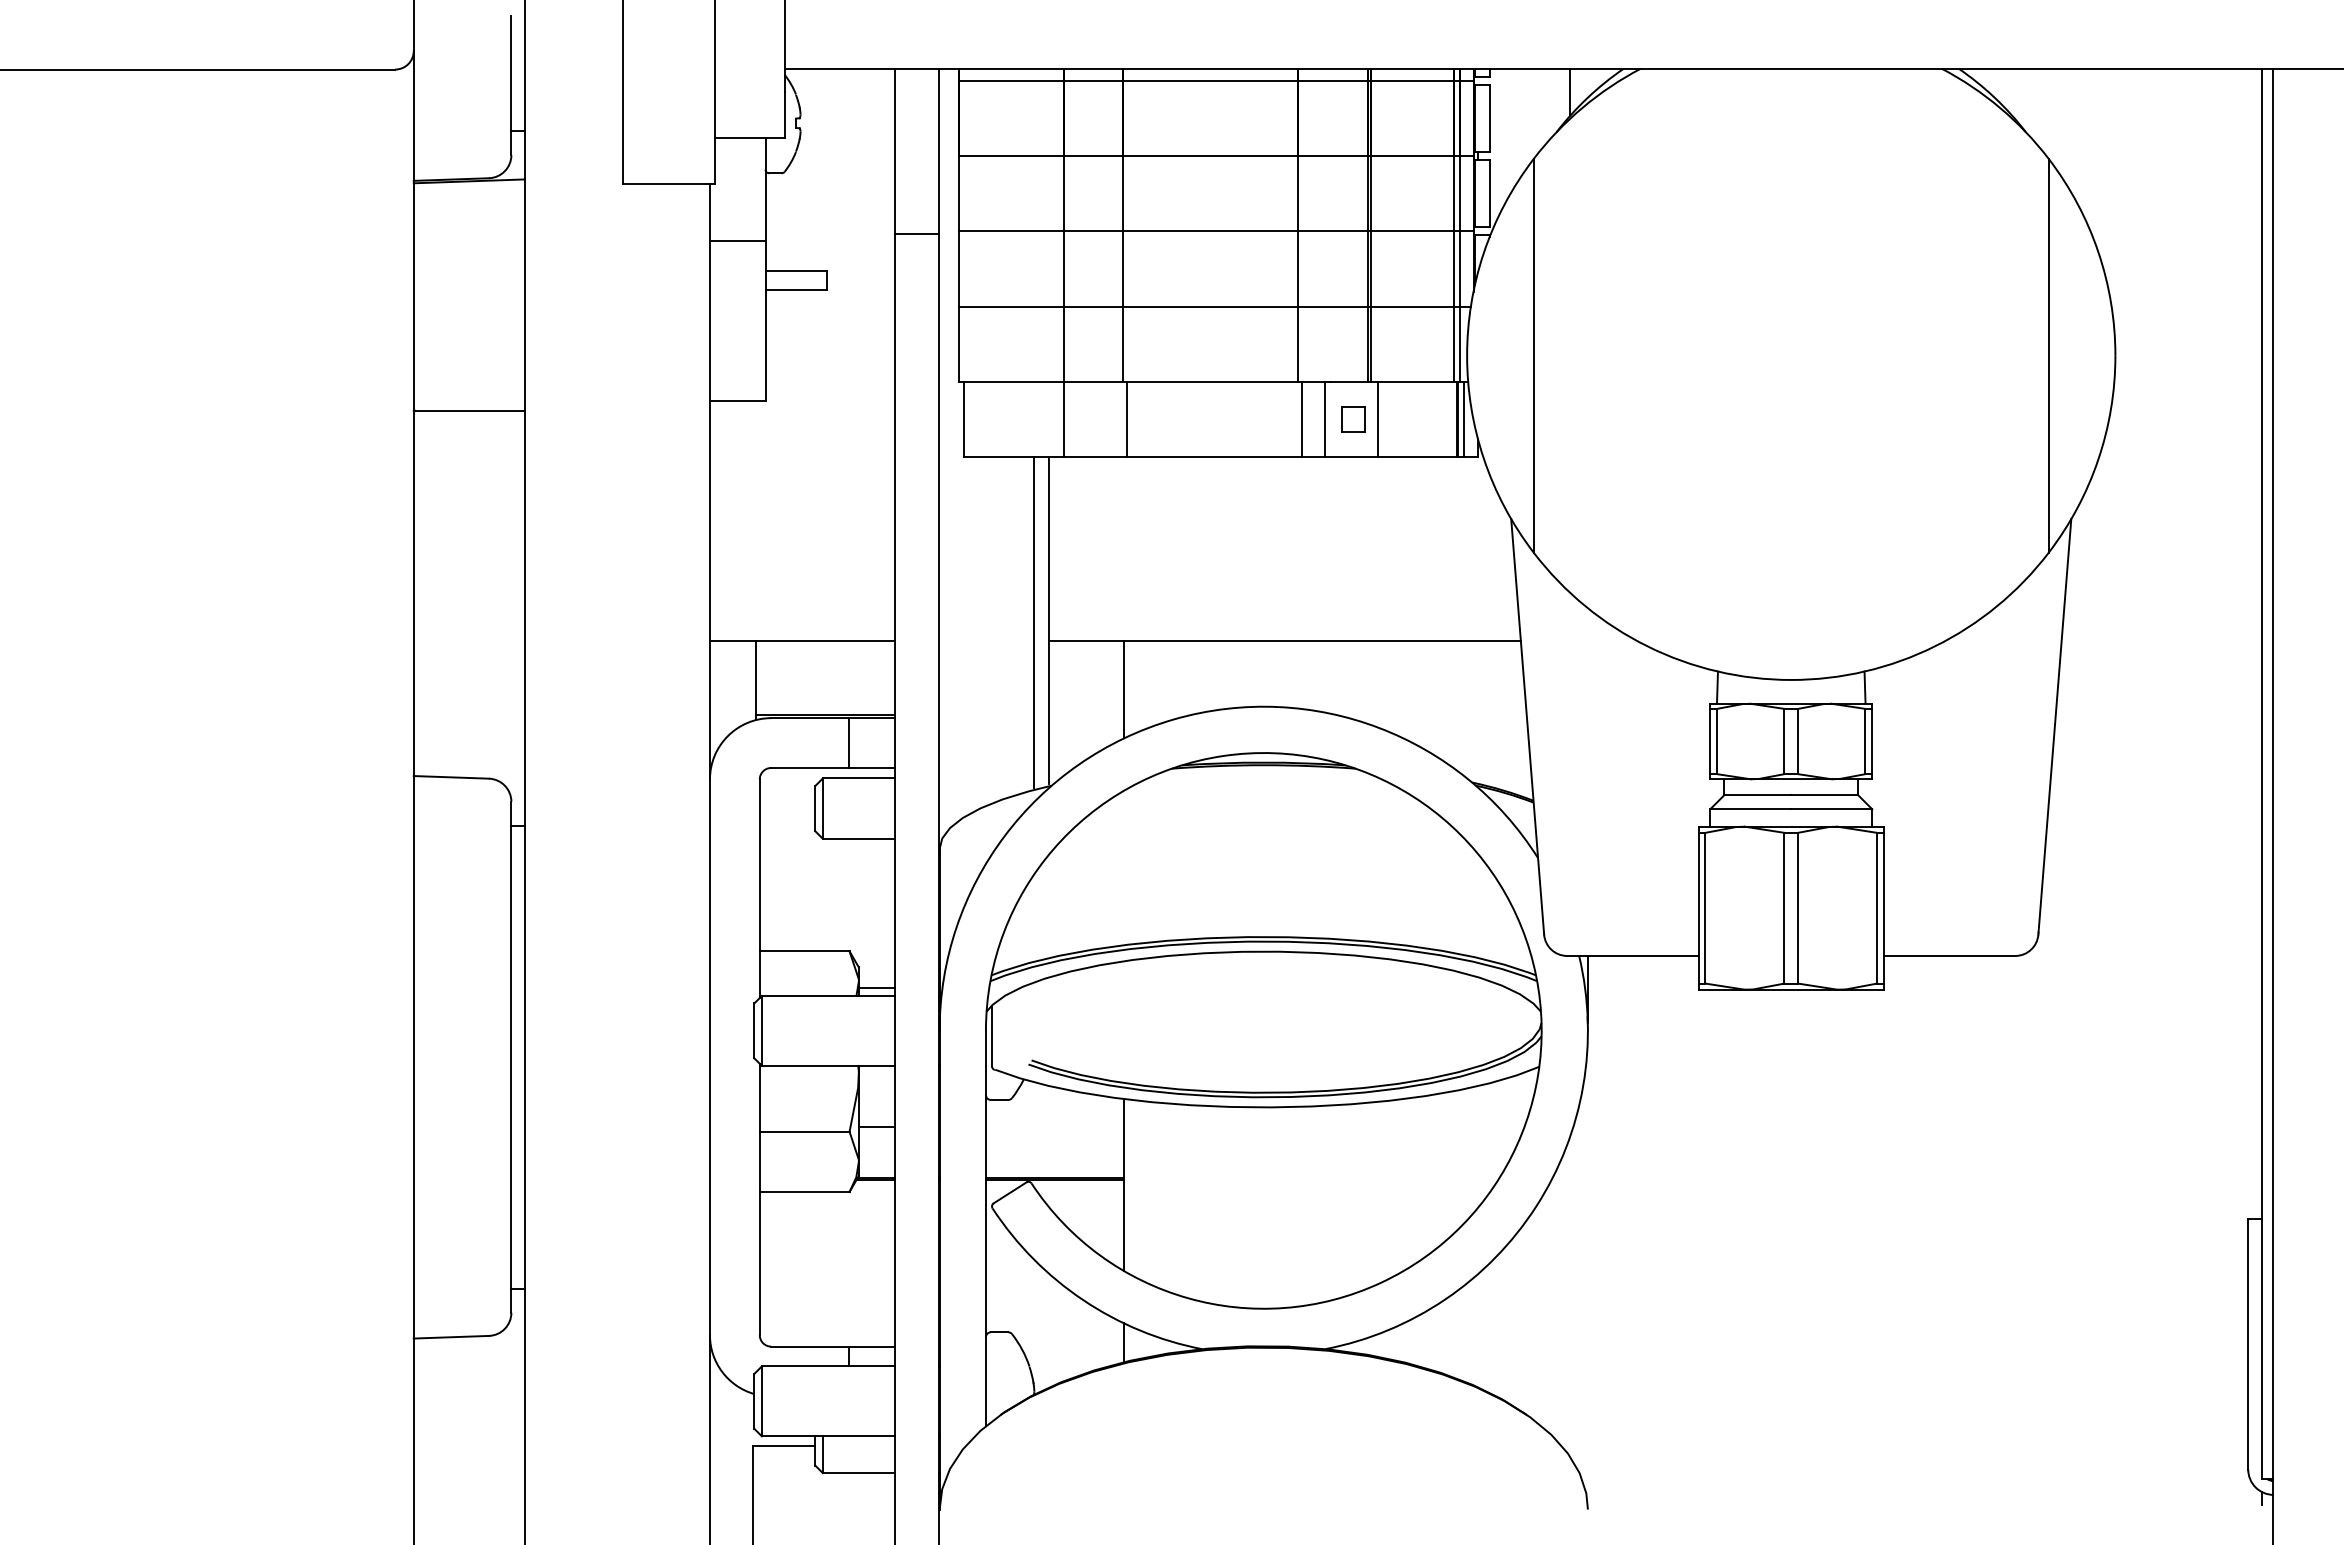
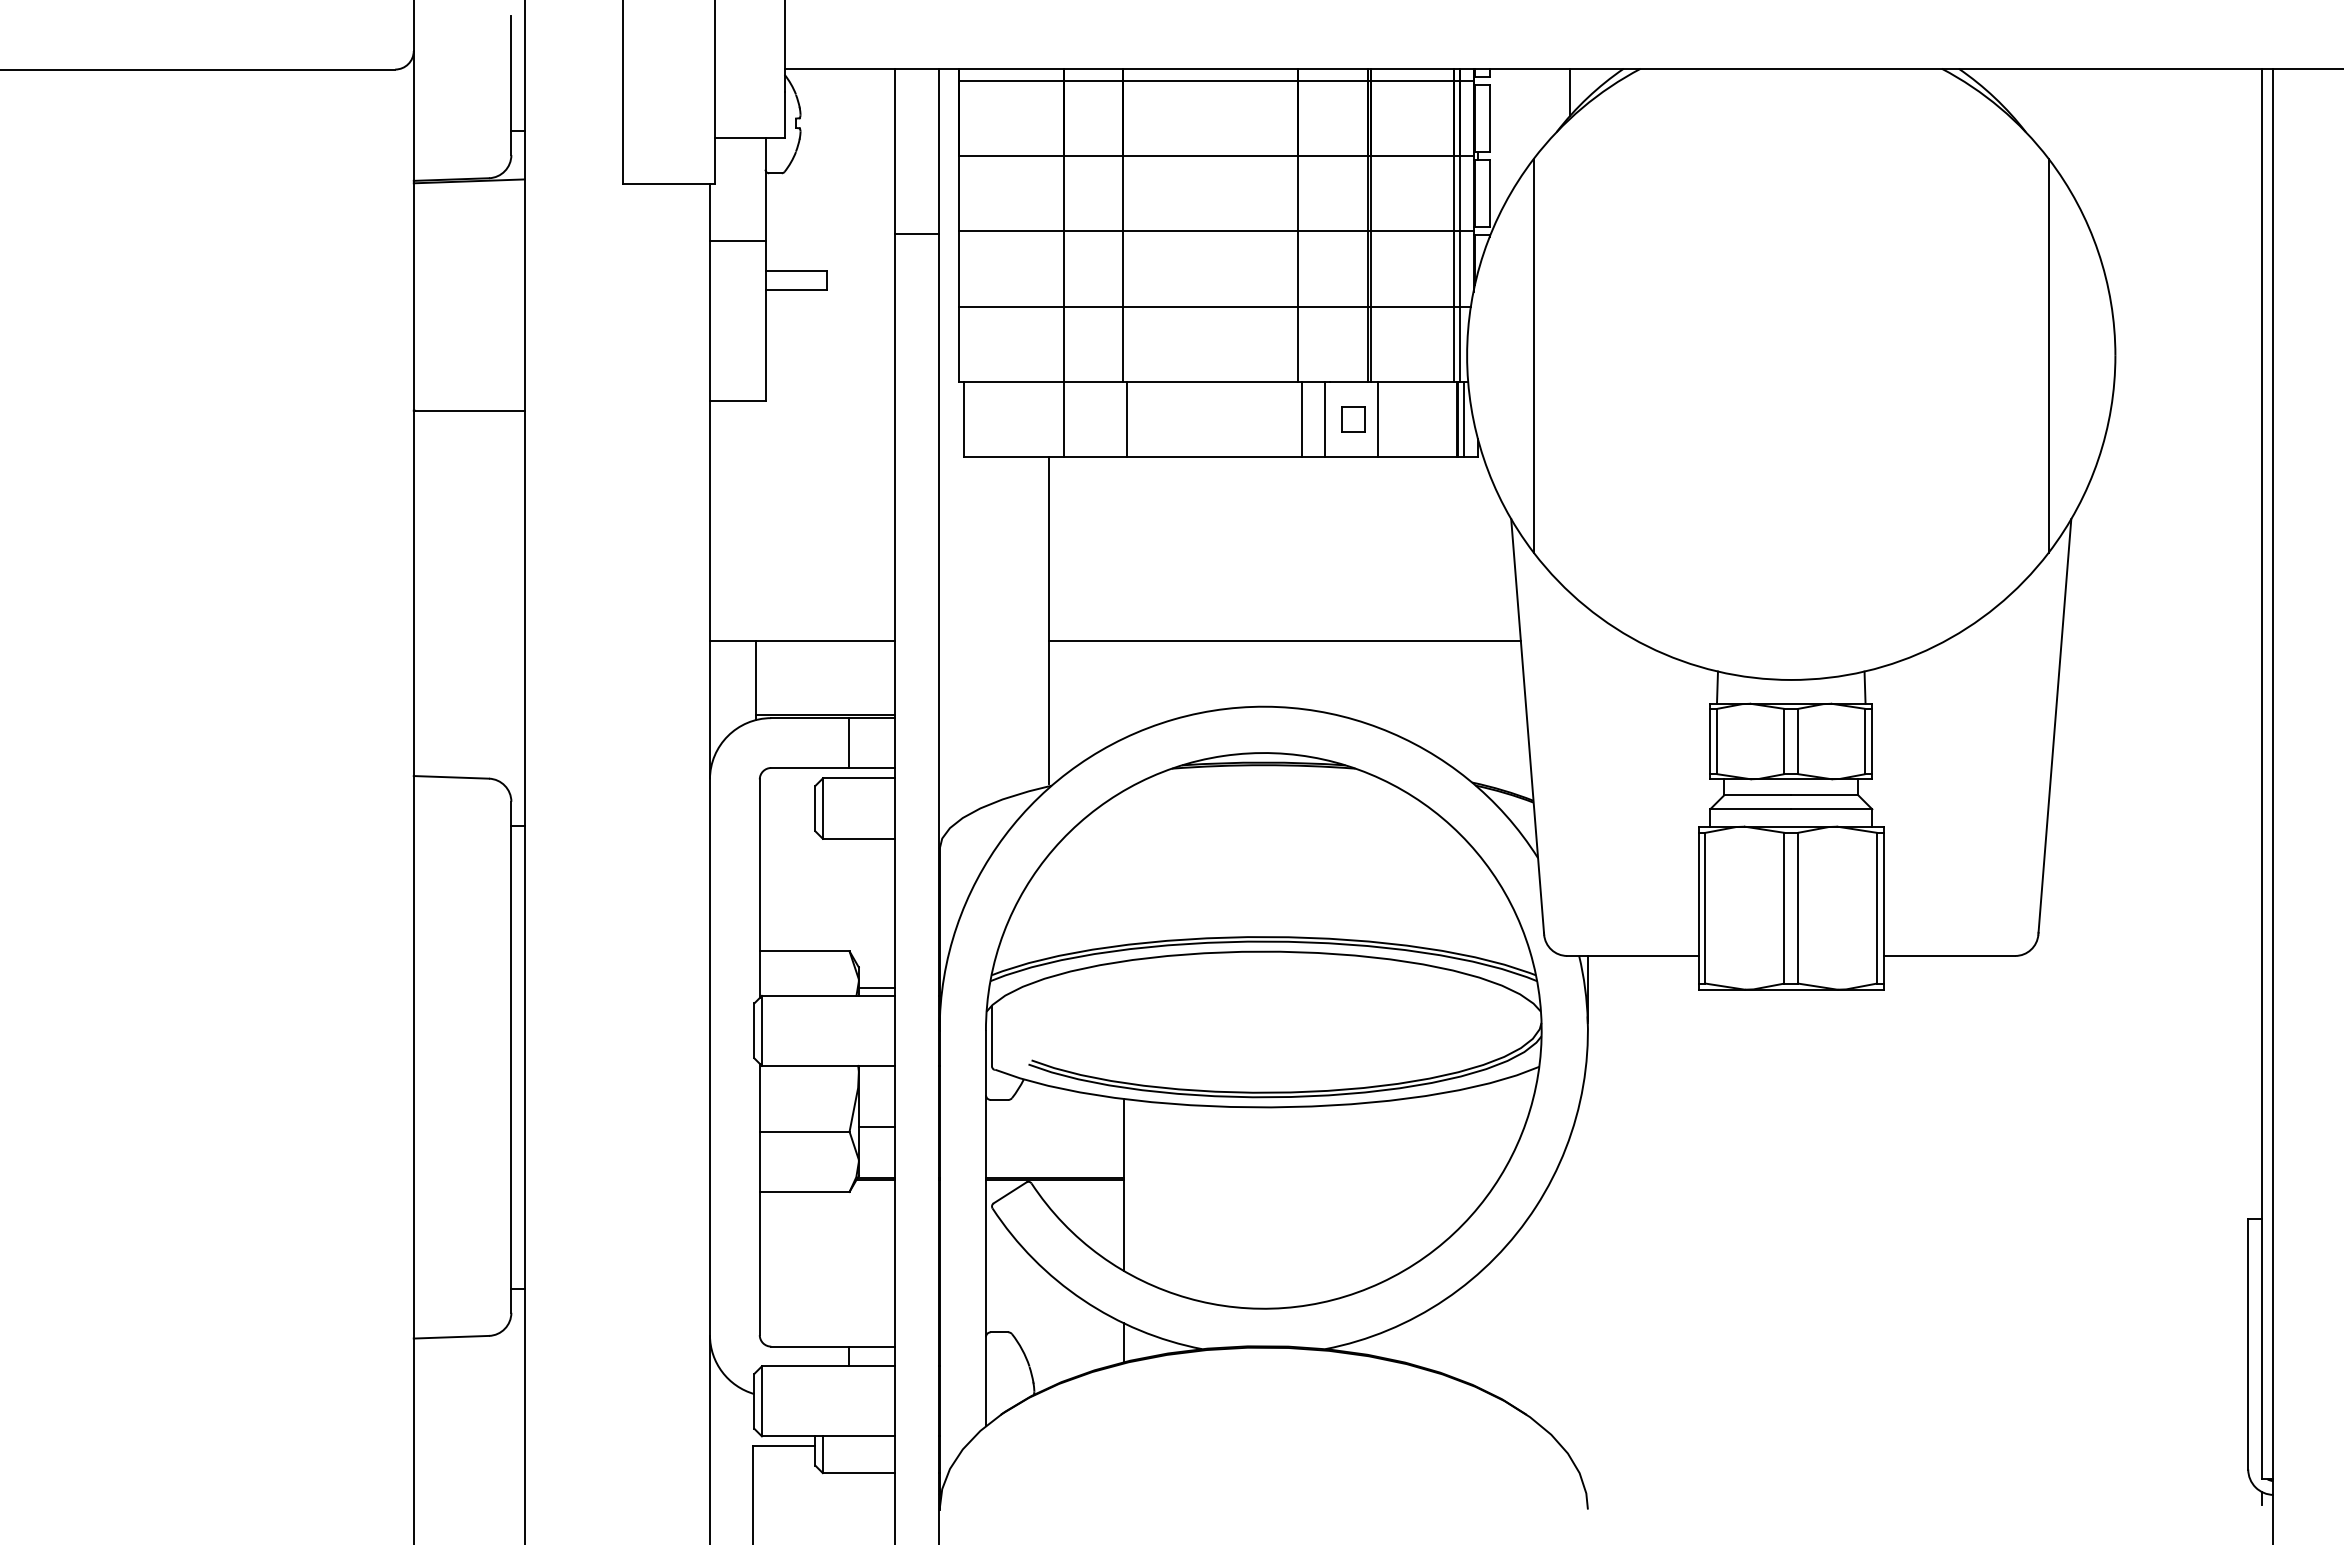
line at (1034, 621): present -> none
line at (1123, 689): present -> none
